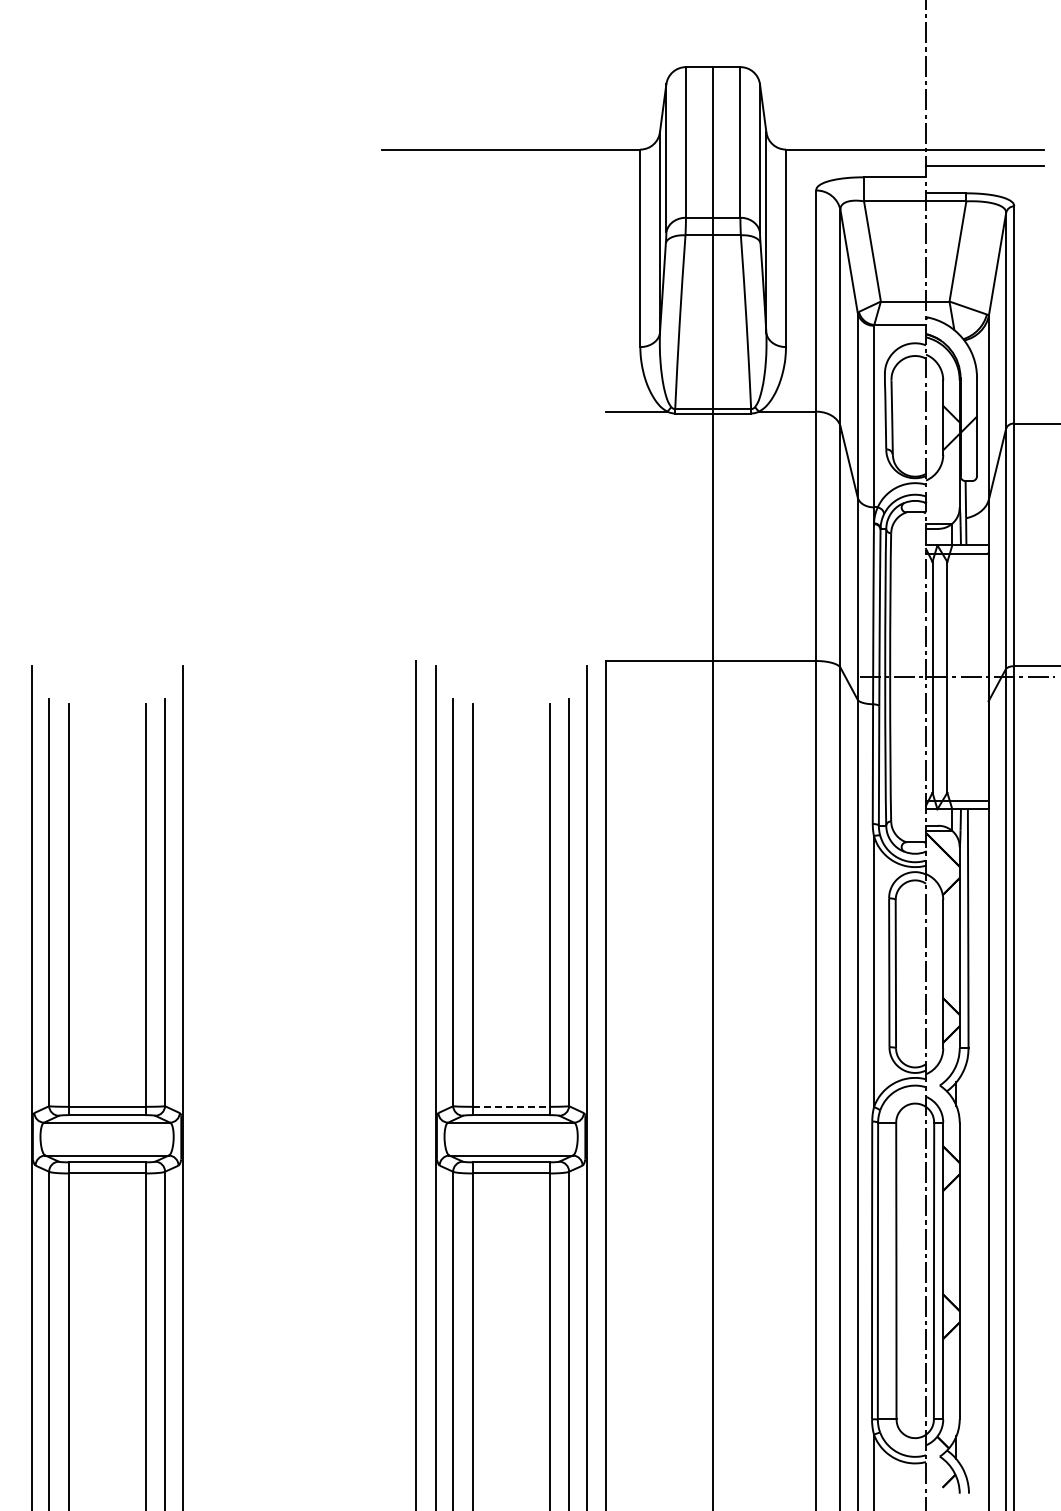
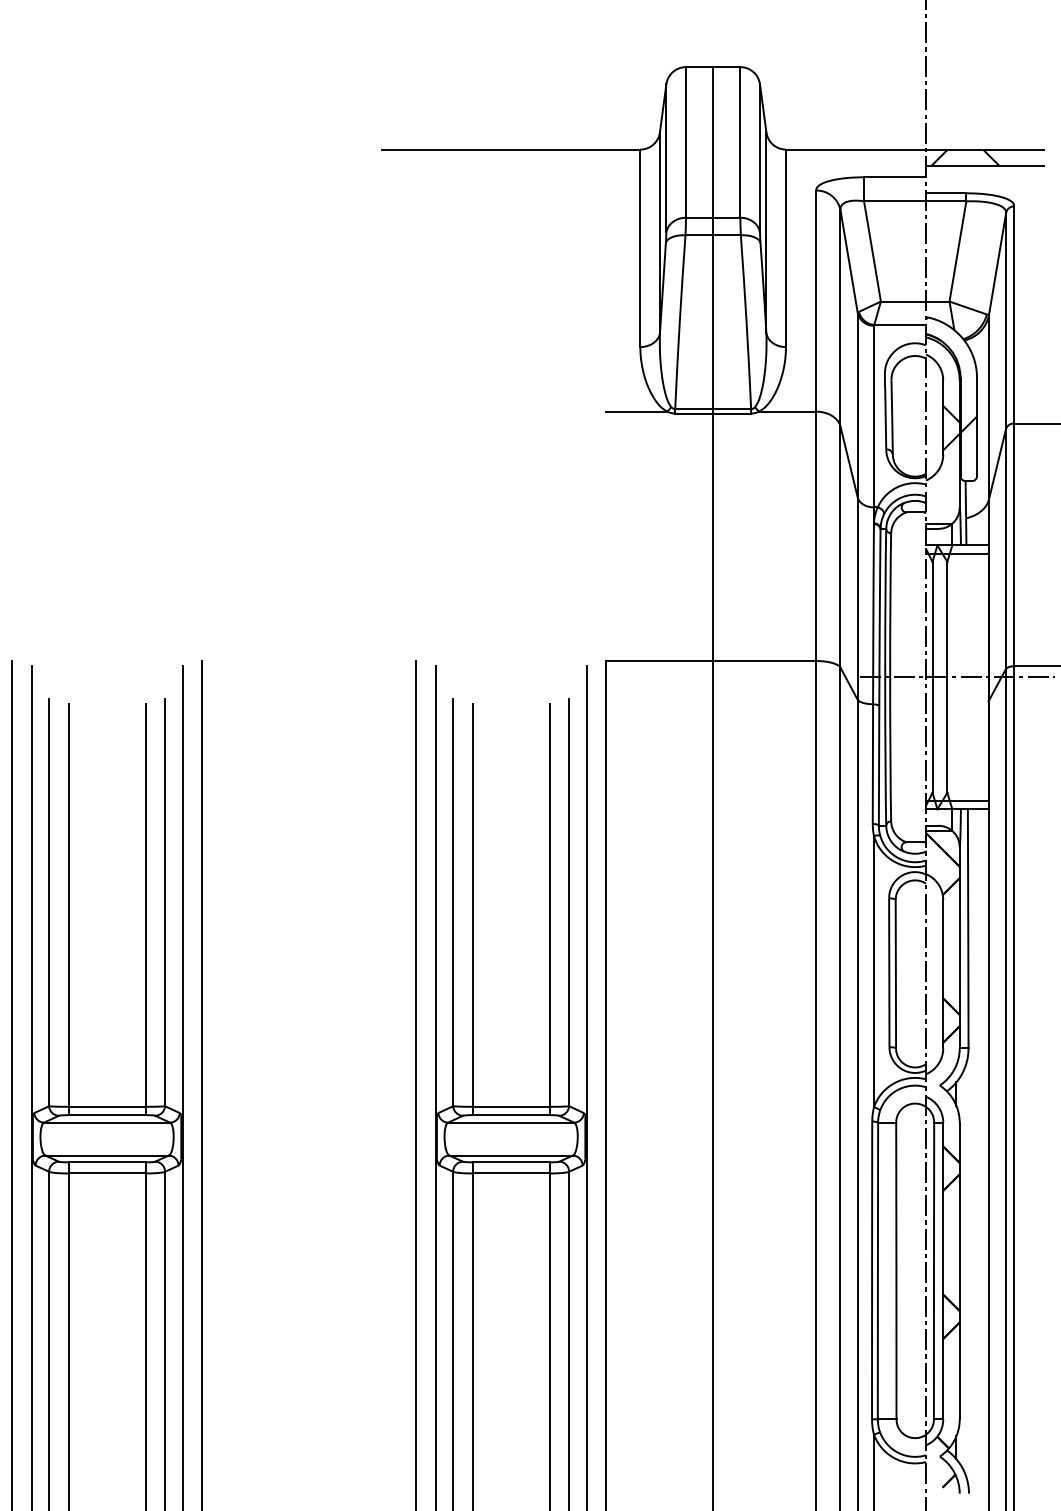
hatch at (965, 157): none -> present
line at (12, 1083): none -> present
line at (202, 1083): none -> present
line at (511, 1106): dashed -> solid
